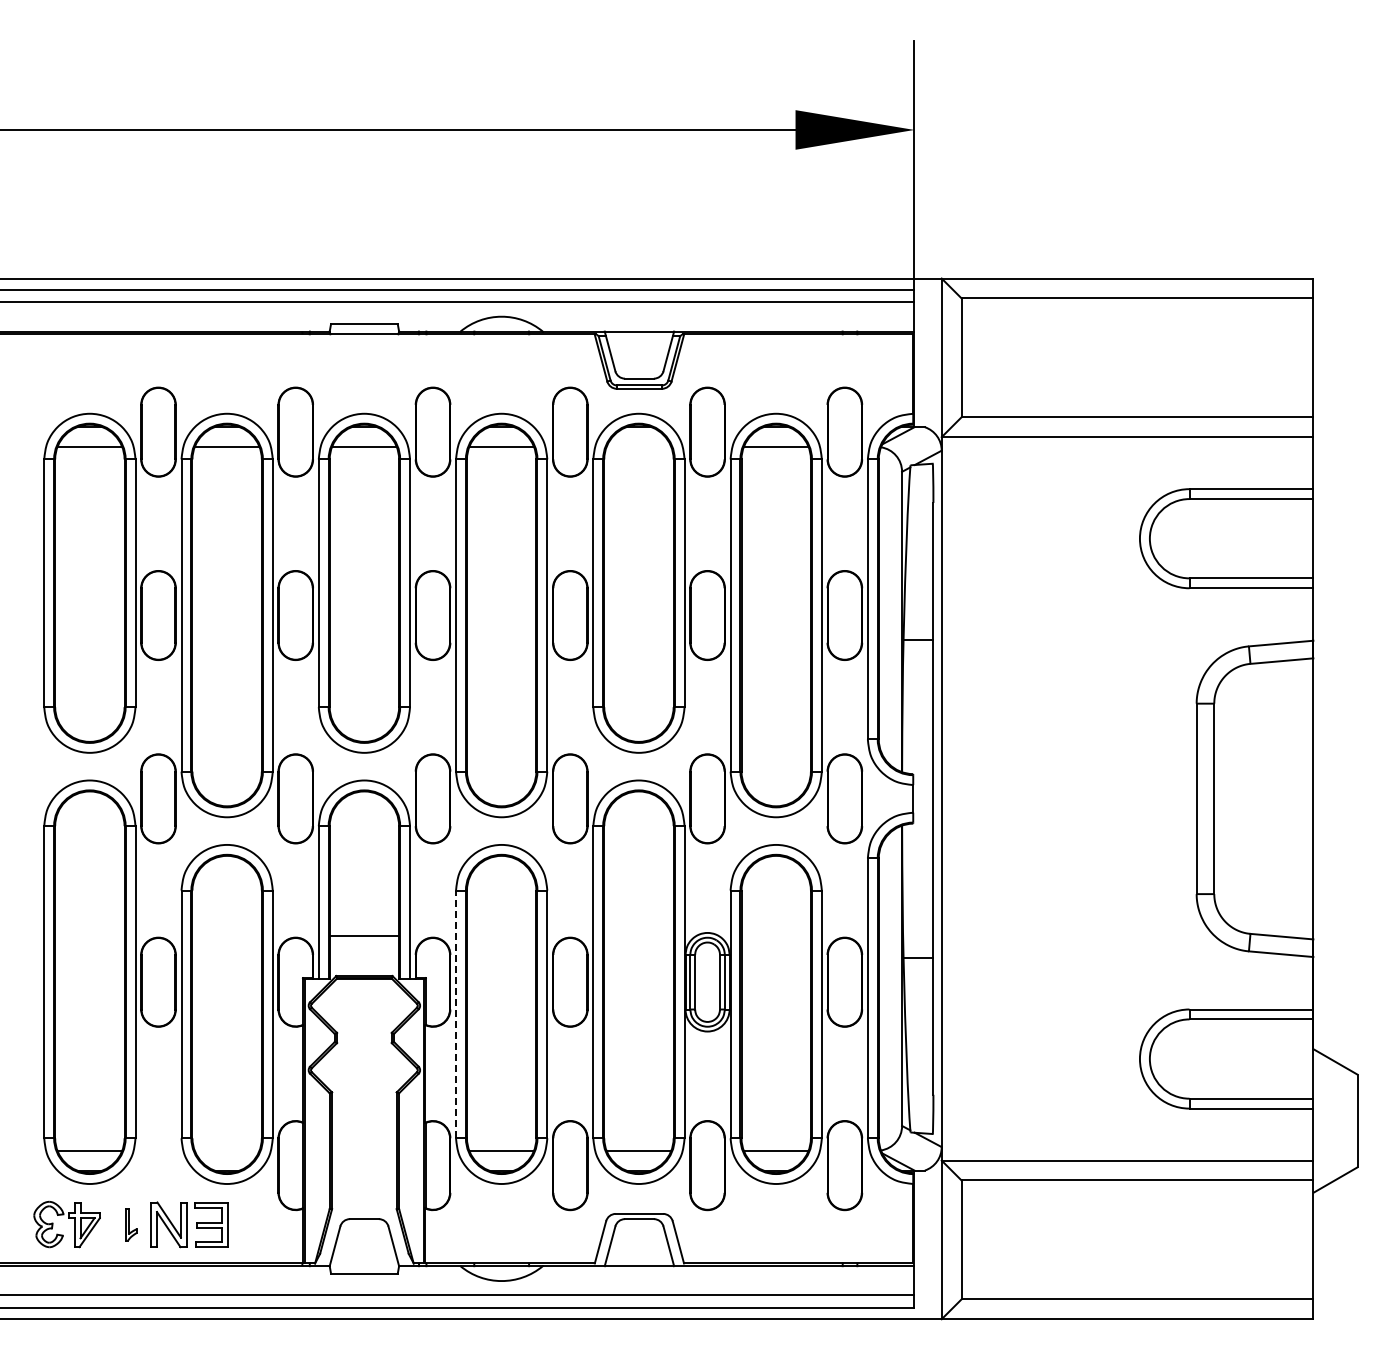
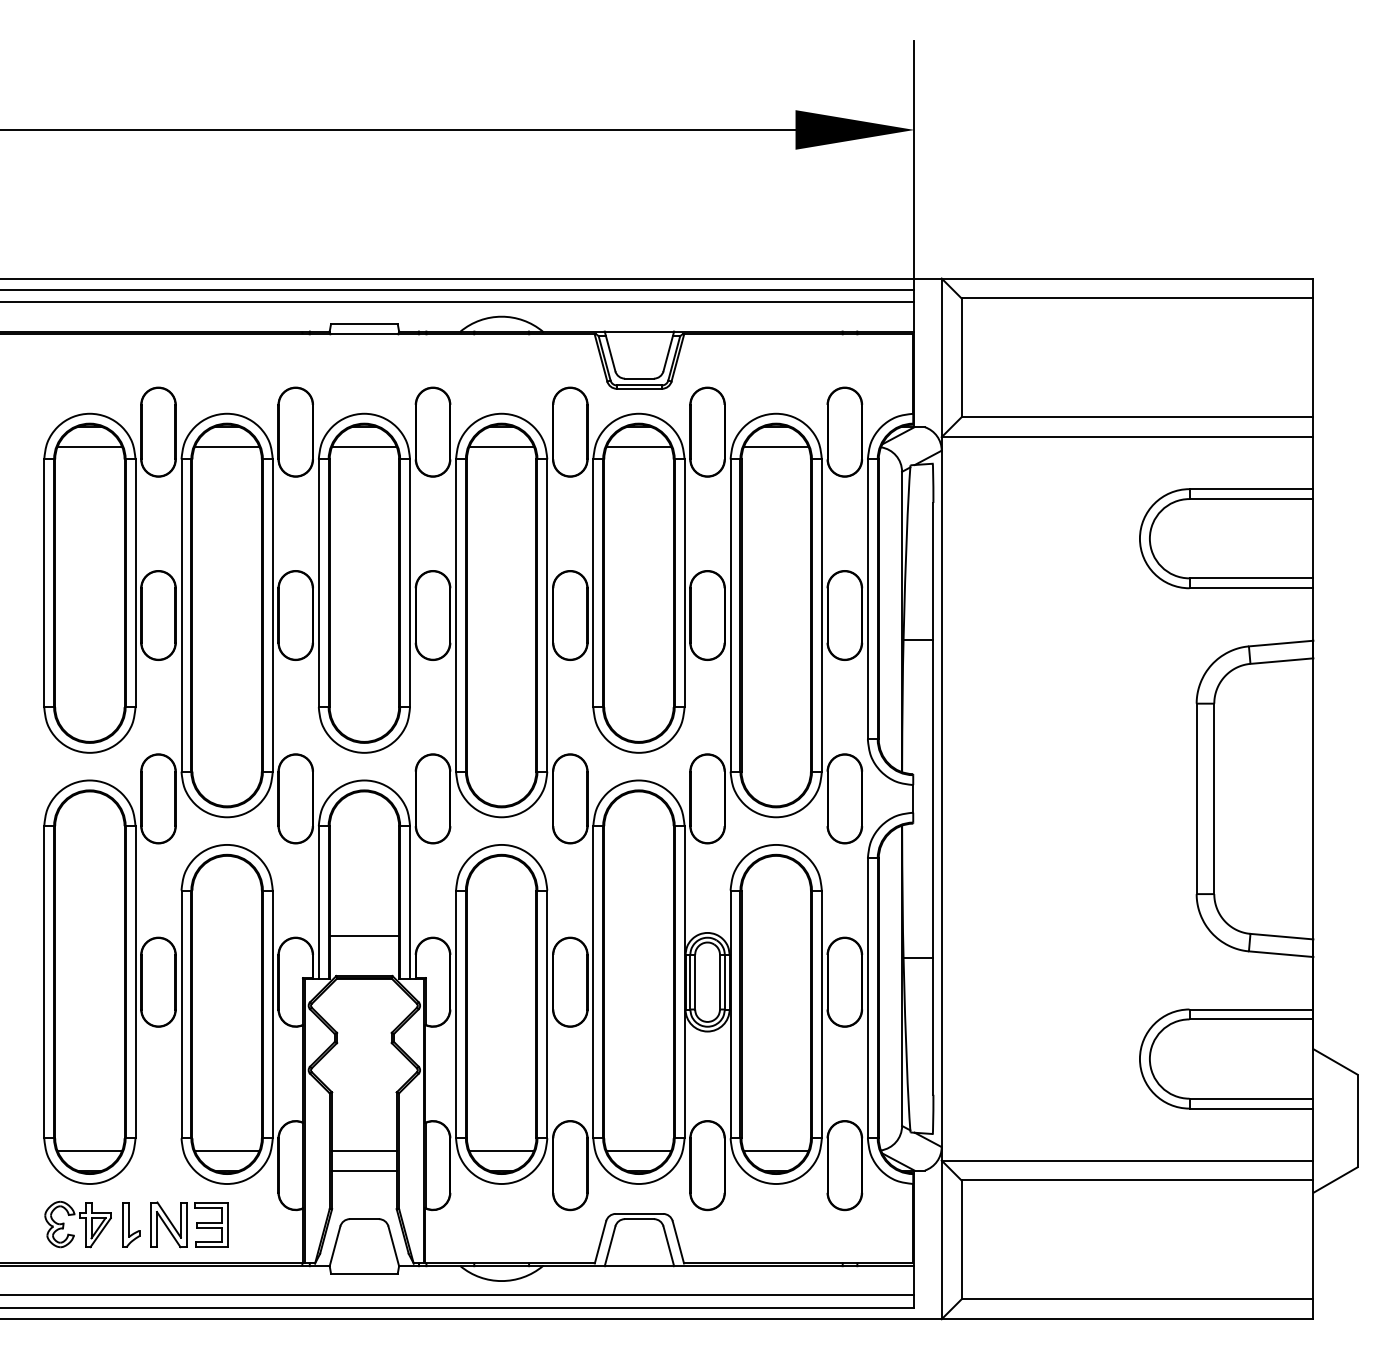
line at (638, 447): none -> present
line at (456, 1014): dashed -> solid
line at (226, 1150): none -> present
line at (364, 1150): none -> present
line at (364, 1170): none -> present
part at (68, 1218) position: (68, 1218) -> (79, 1218)
part at (131, 1224) size: 13x34 px -> 19x46 px
